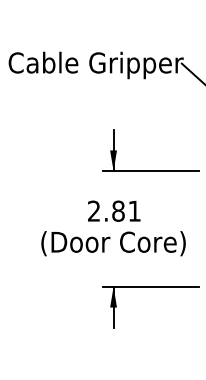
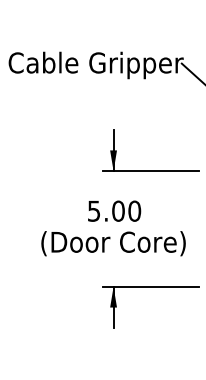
text at (114, 210): 2.81 -> 5.00
